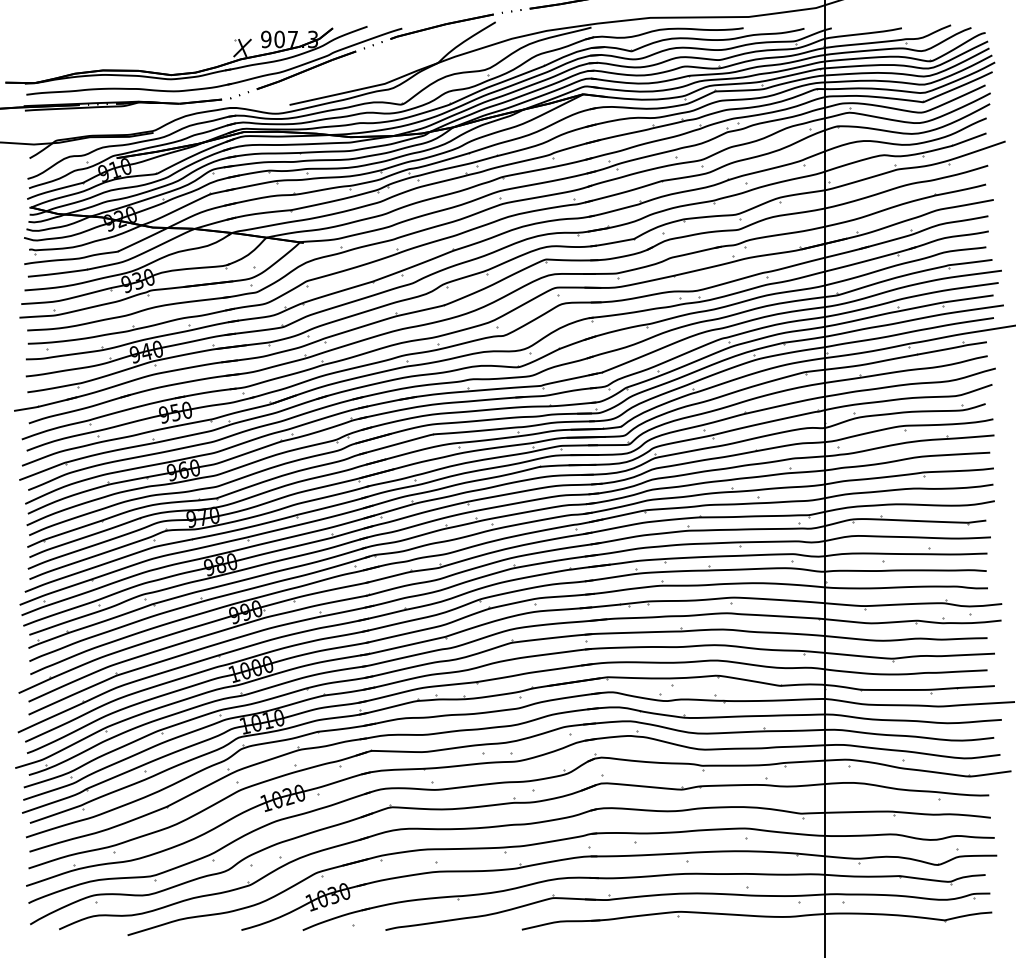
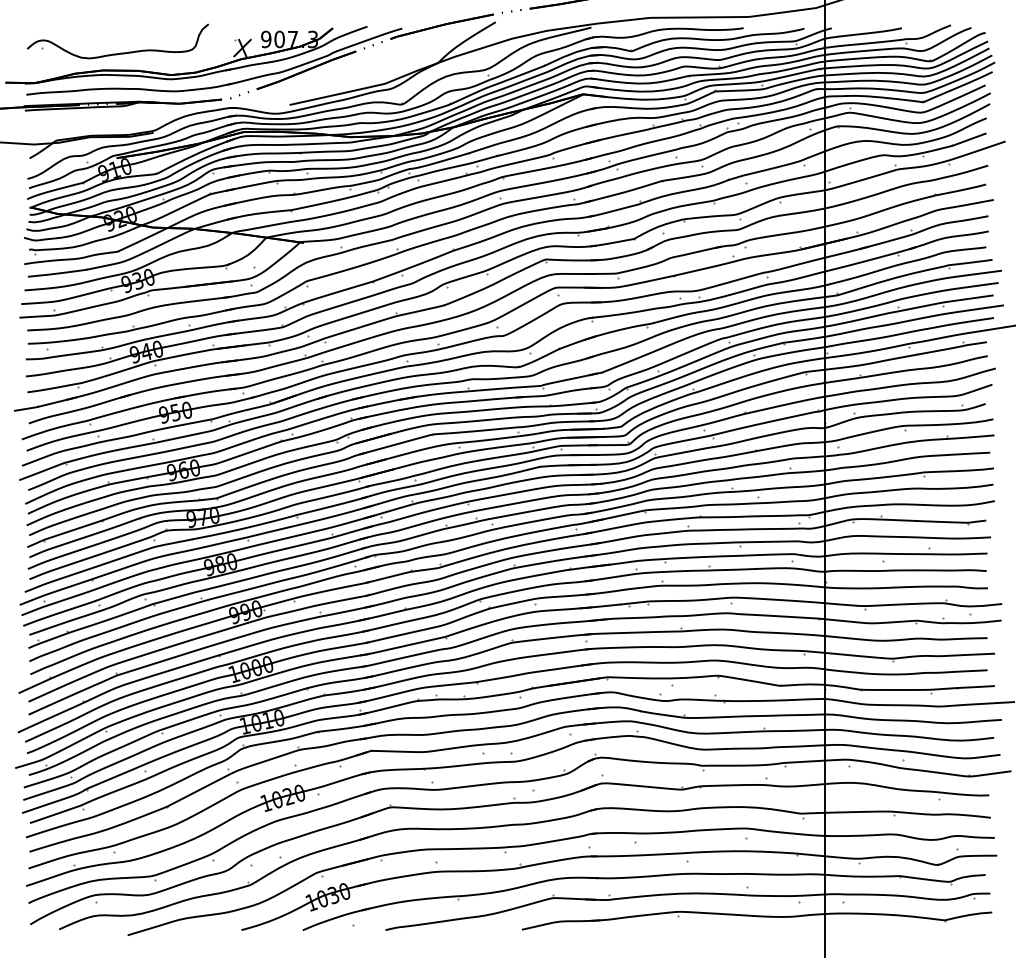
part at (120, 52): none -> present
